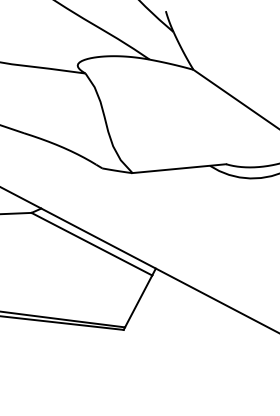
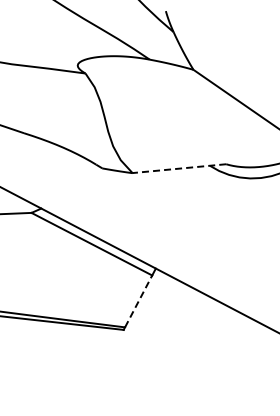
line at (178, 168): solid -> dashed
line at (138, 300): solid -> dashed
